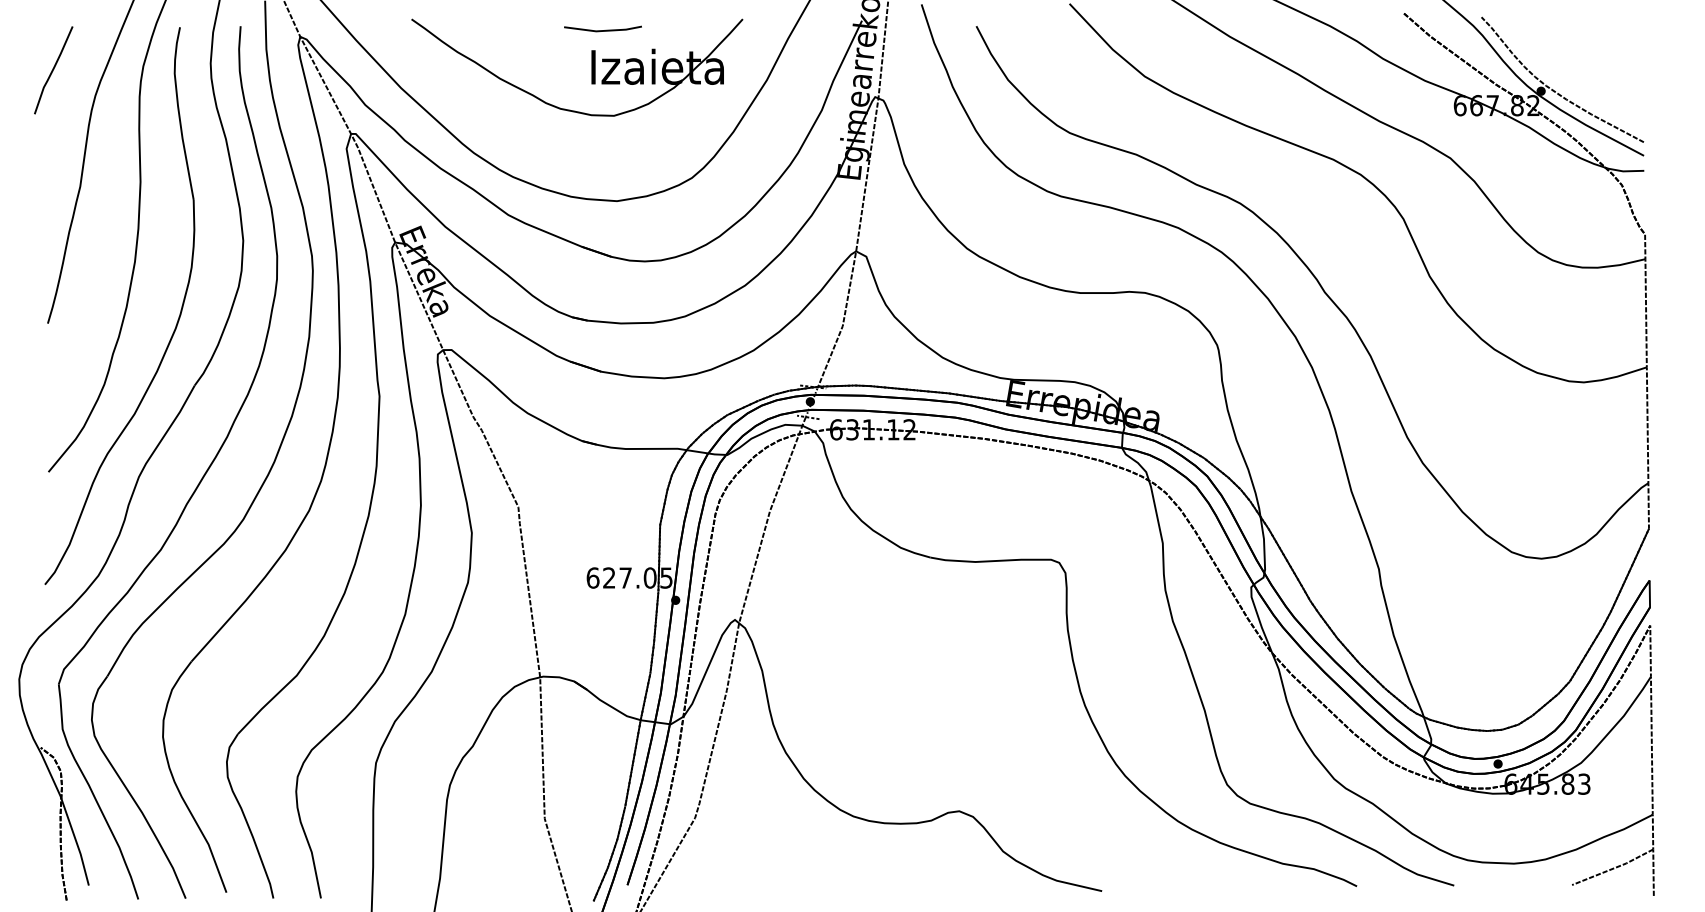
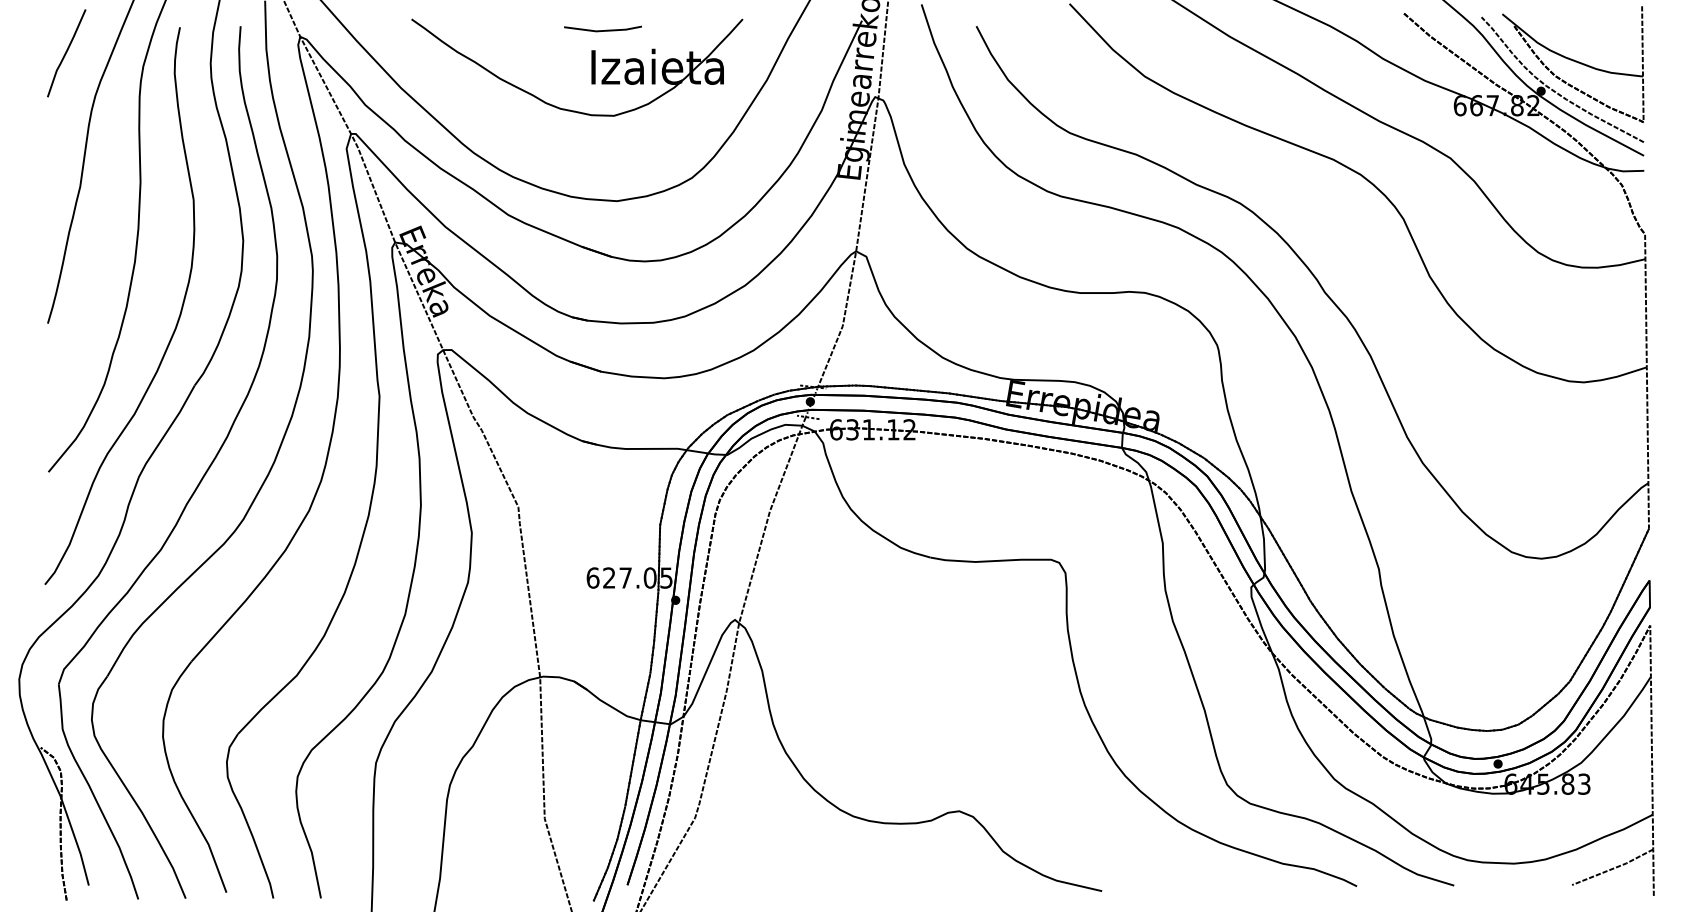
part at (1573, 64): none -> present
curve at (53, 70) position: (53, 70) -> (66, 53)
